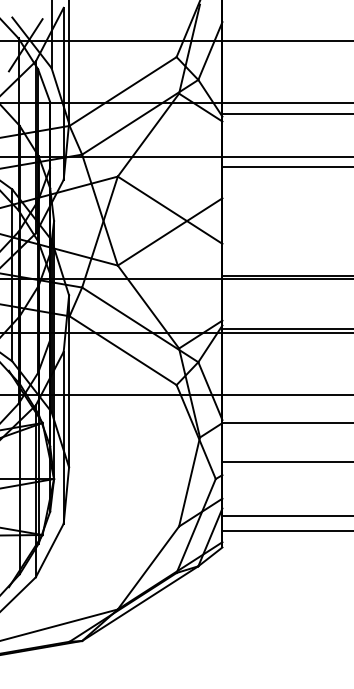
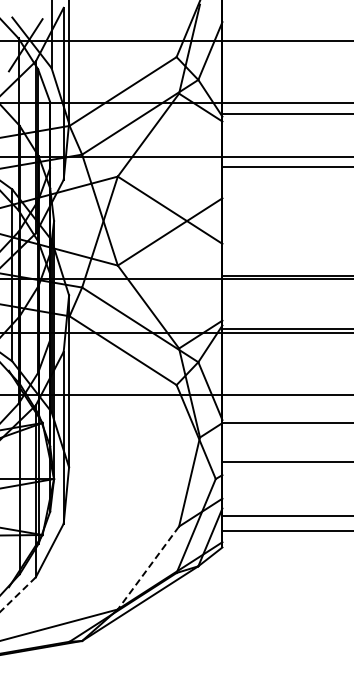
line at (148, 568): solid -> dashed
line at (17, 594): solid -> dashed
